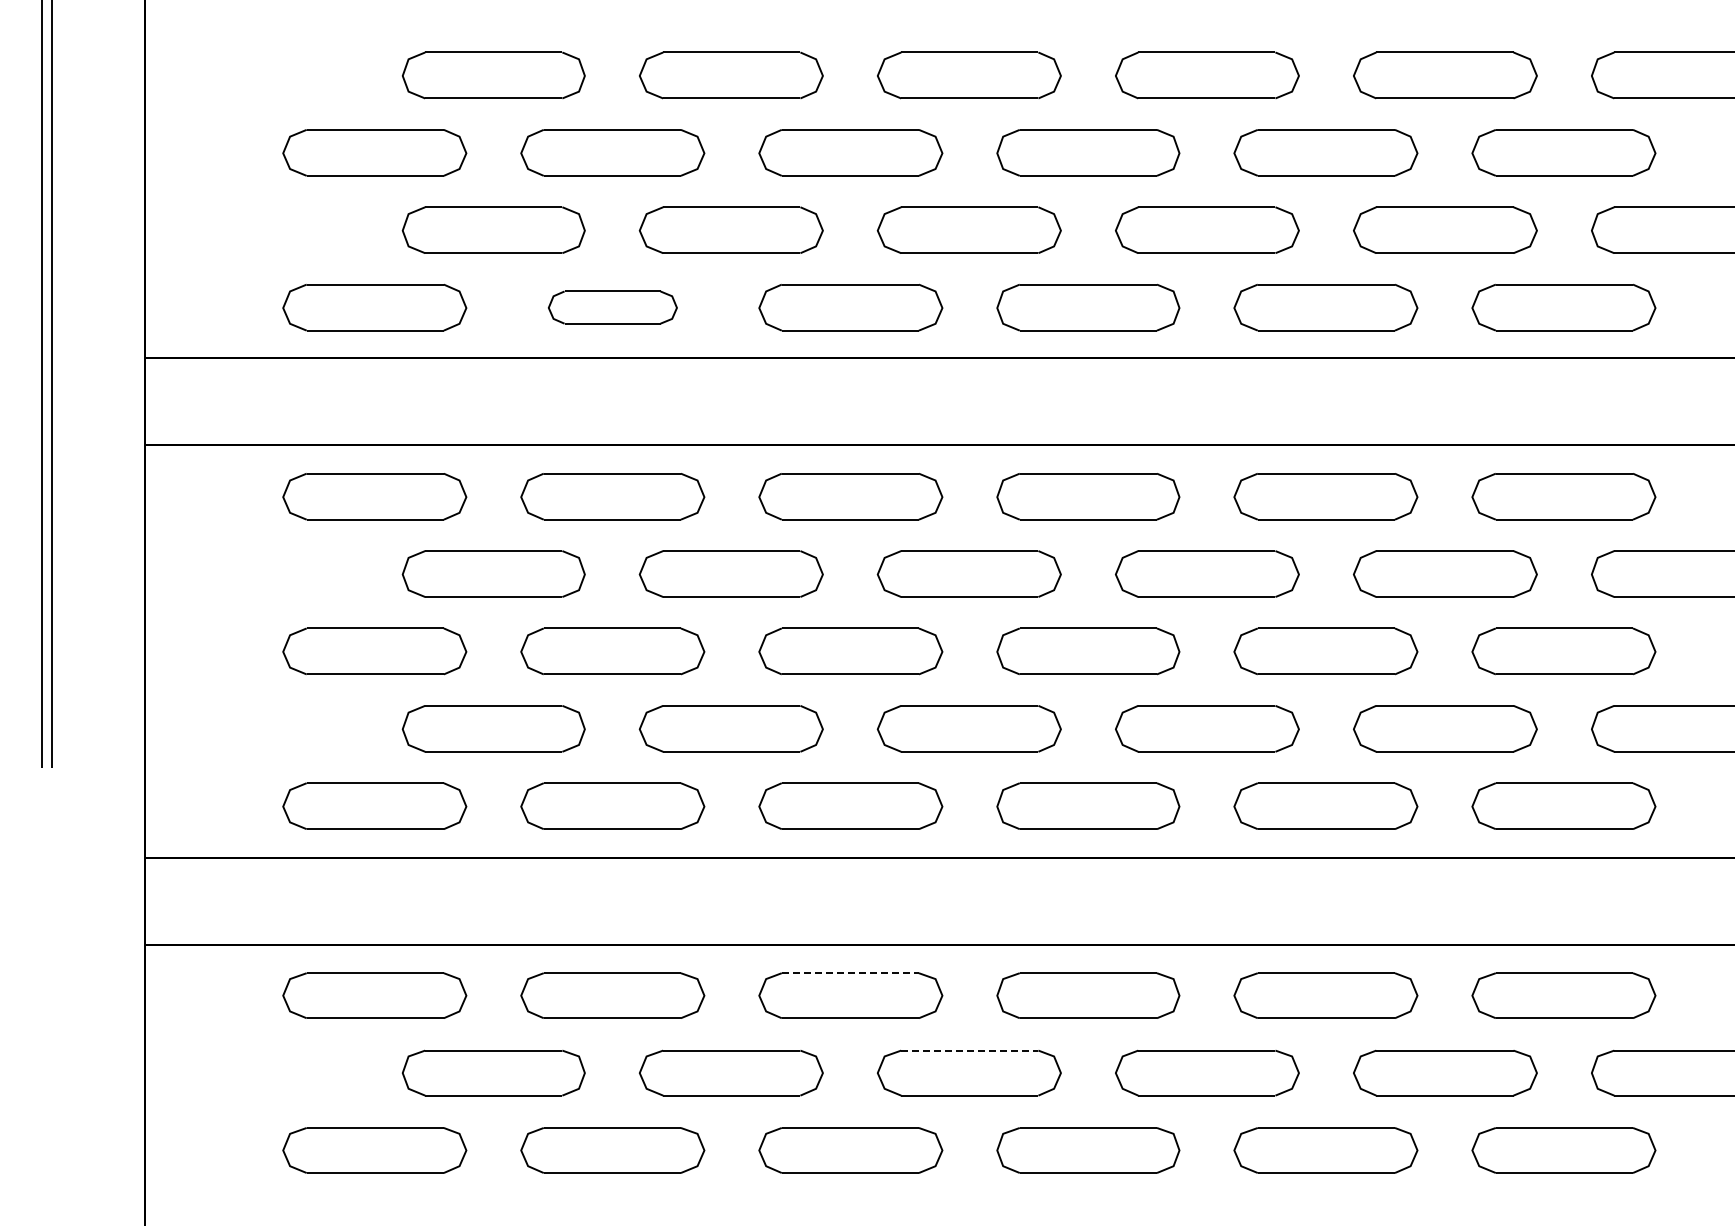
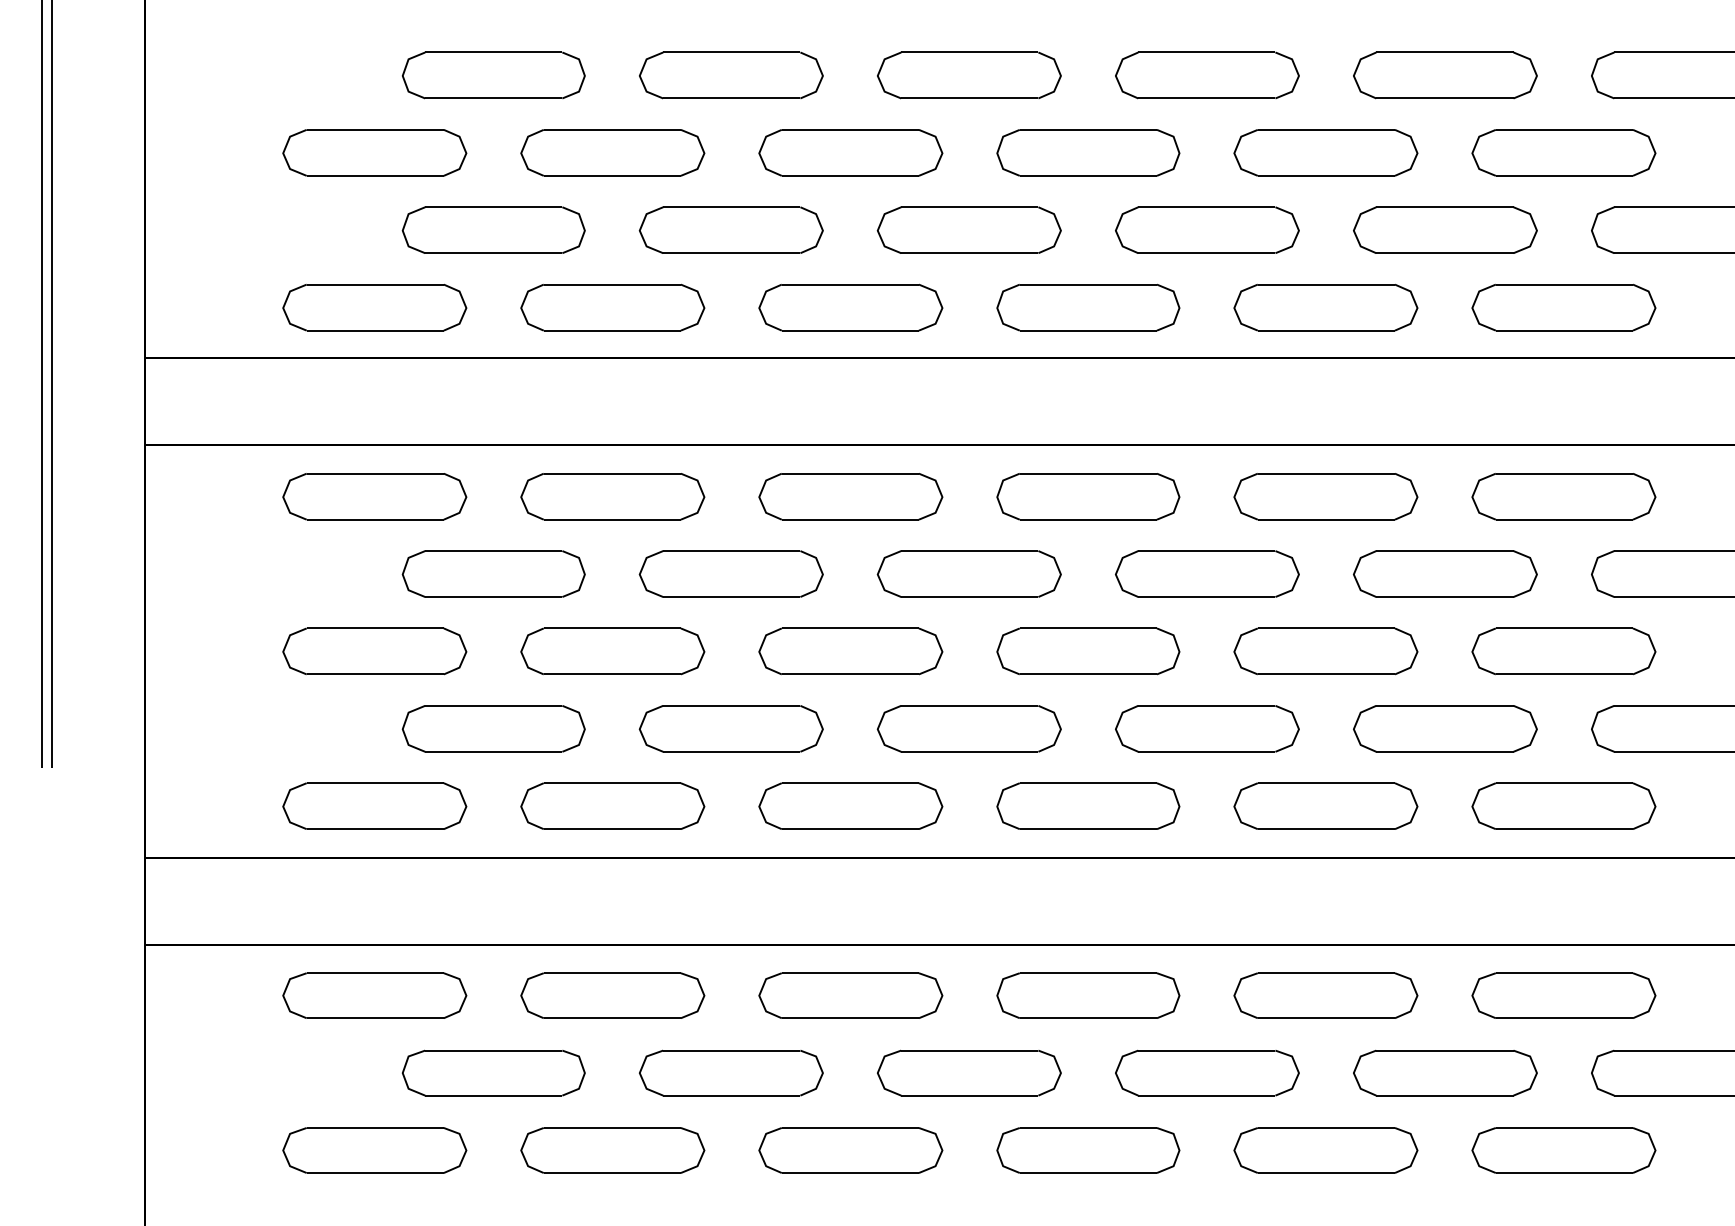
part at (612, 307) size: 131x35 px -> 186x49 px
line at (850, 973): dashed -> solid
line at (969, 1050): dashed -> solid
